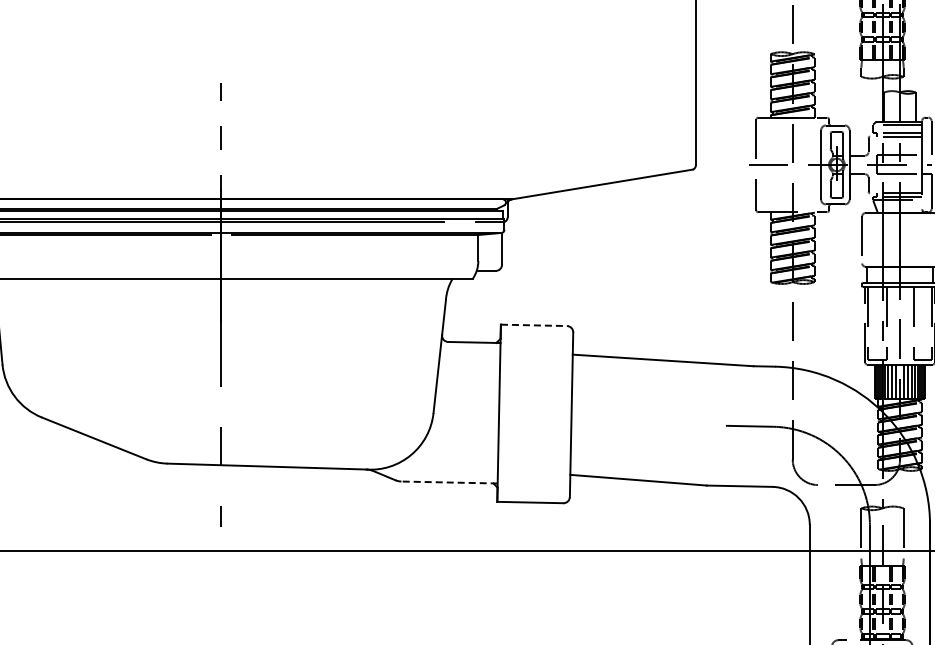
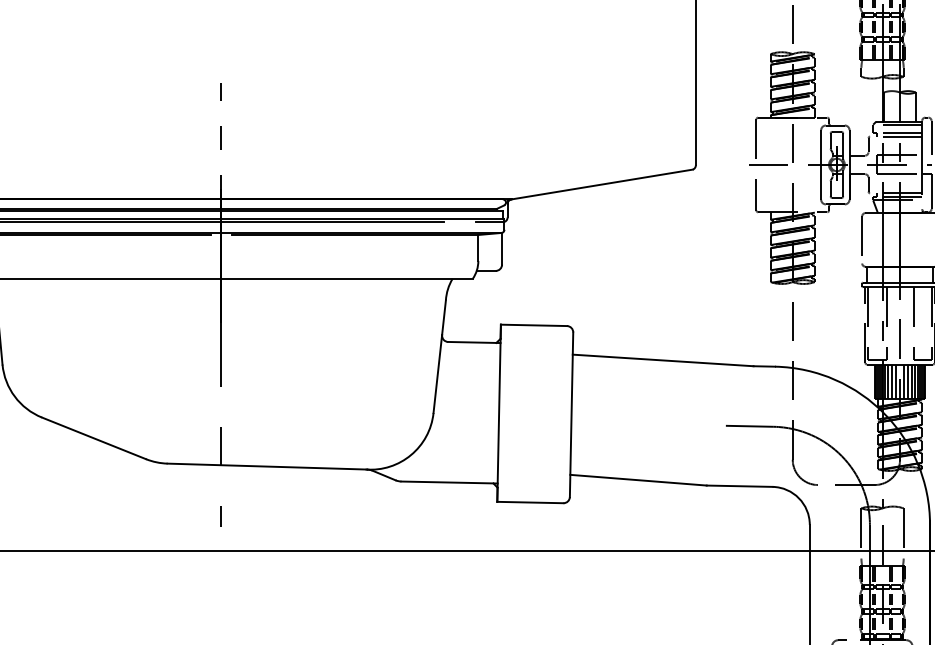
line at (534, 325): dashed -> solid
line at (449, 482): dashed -> solid
